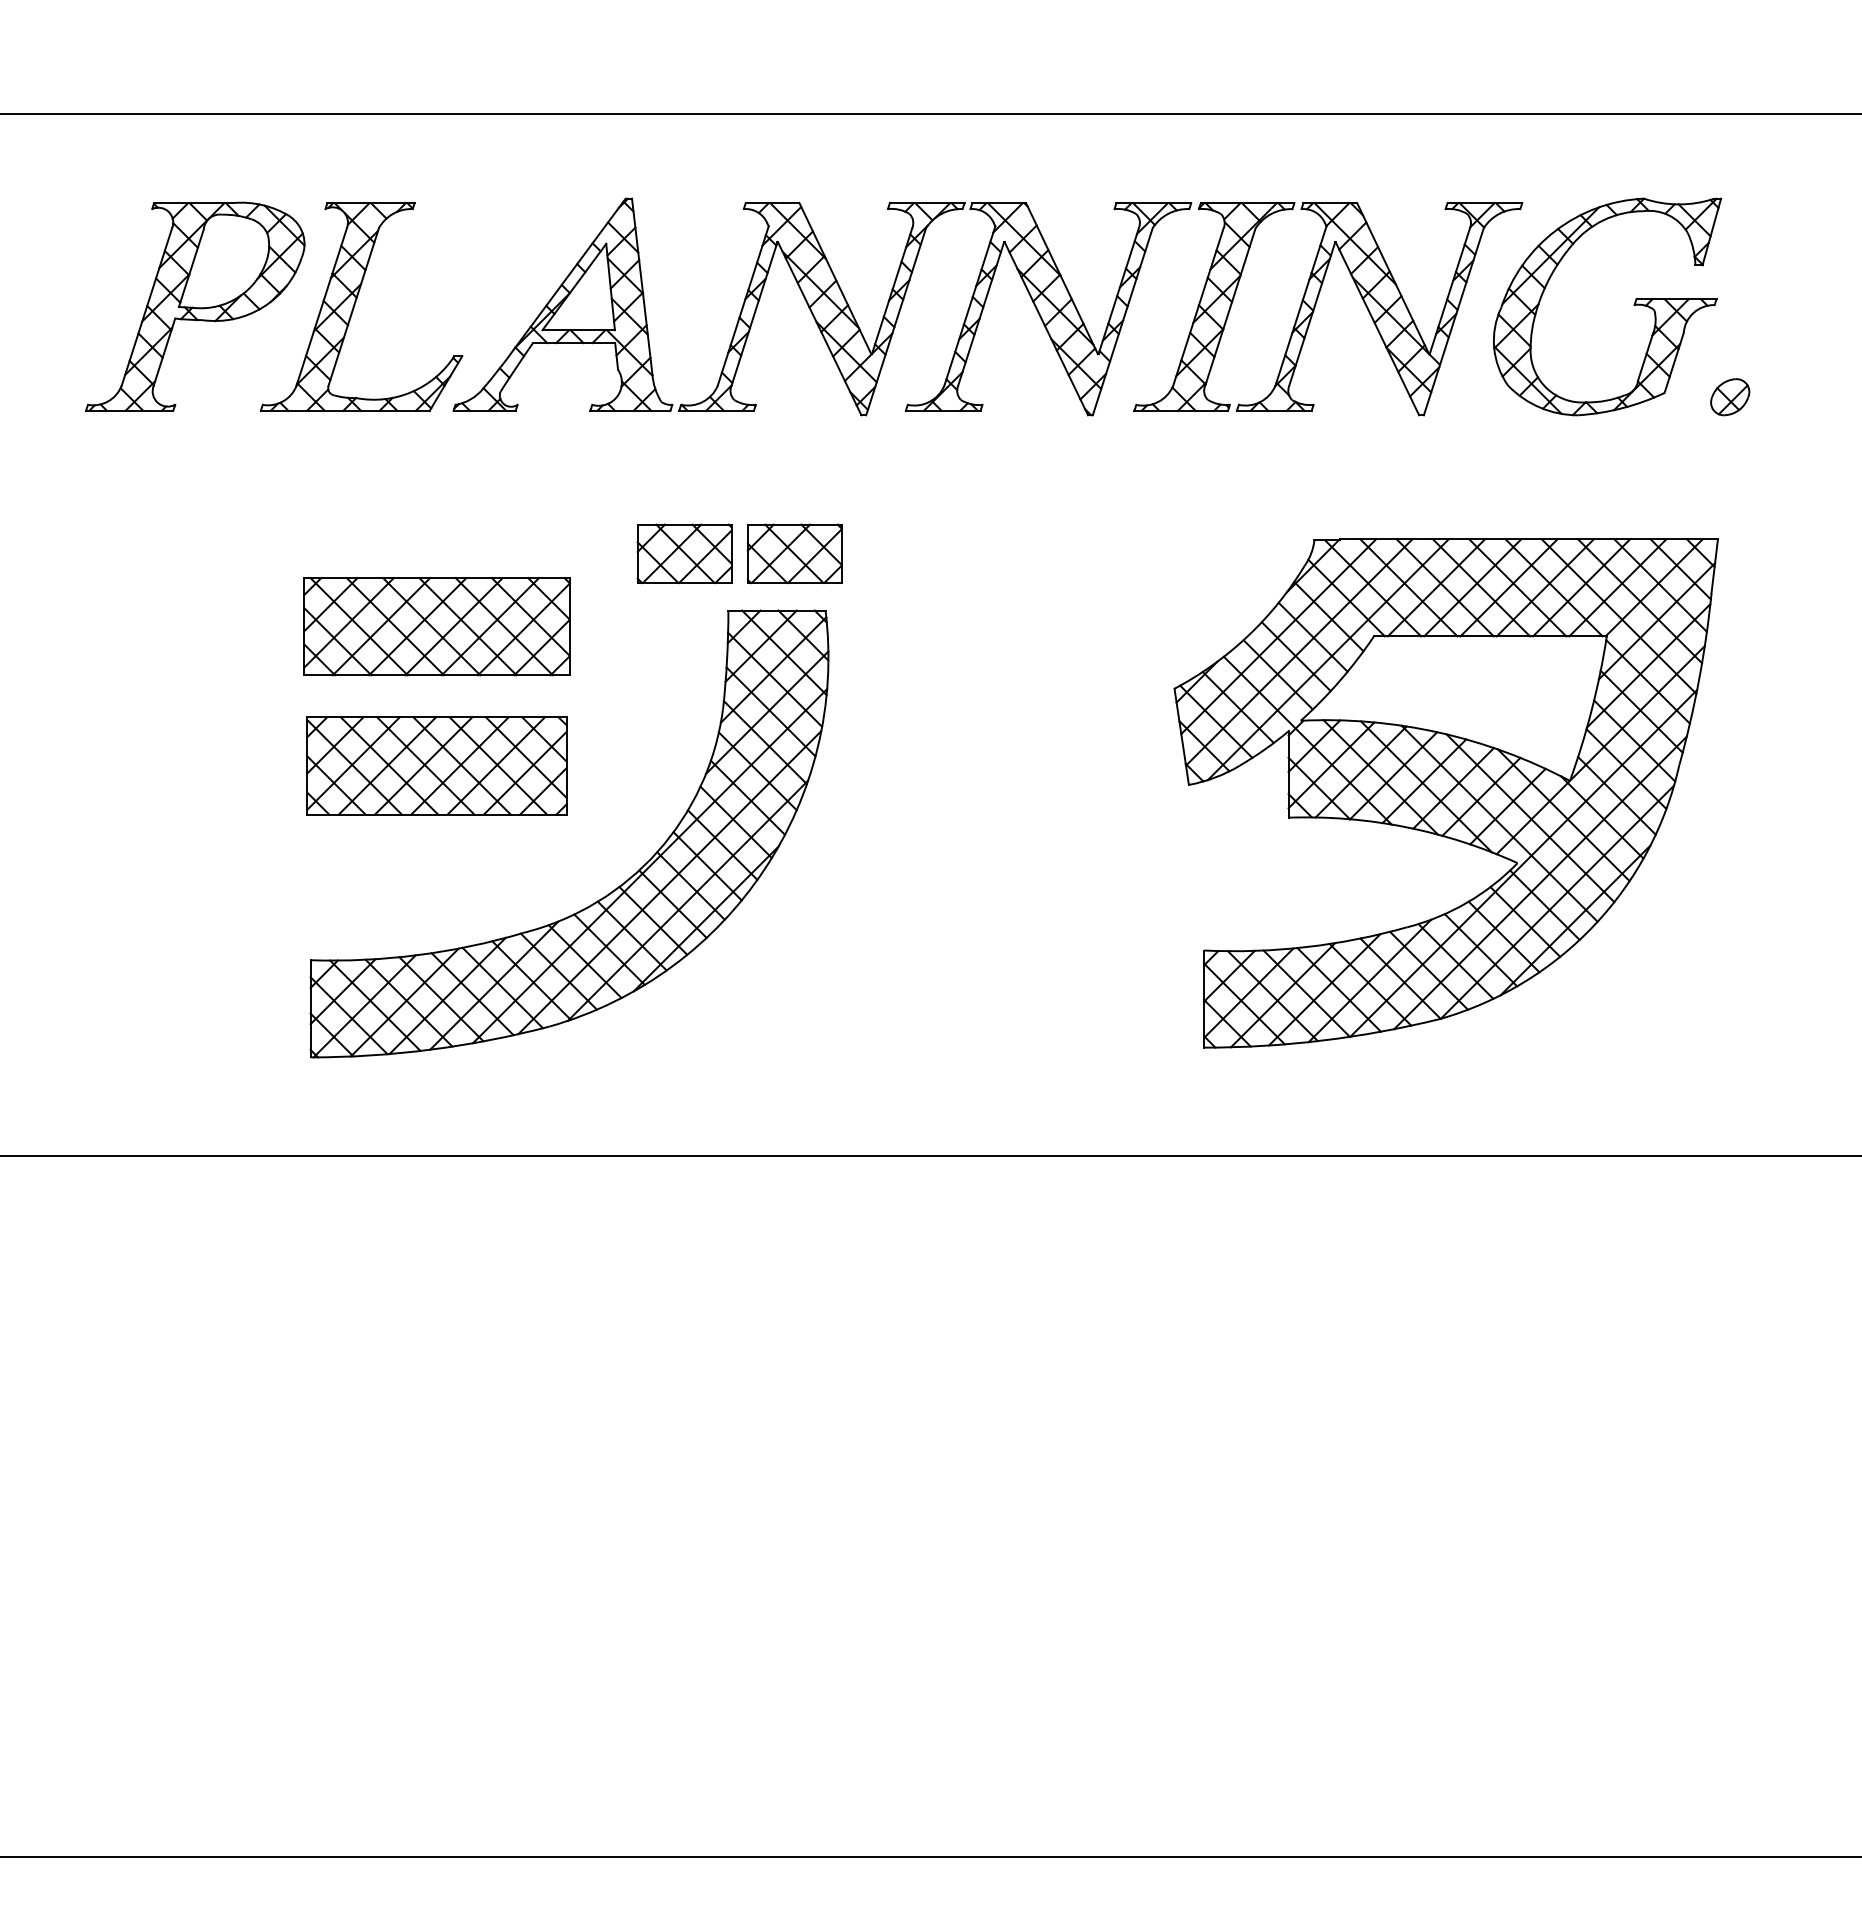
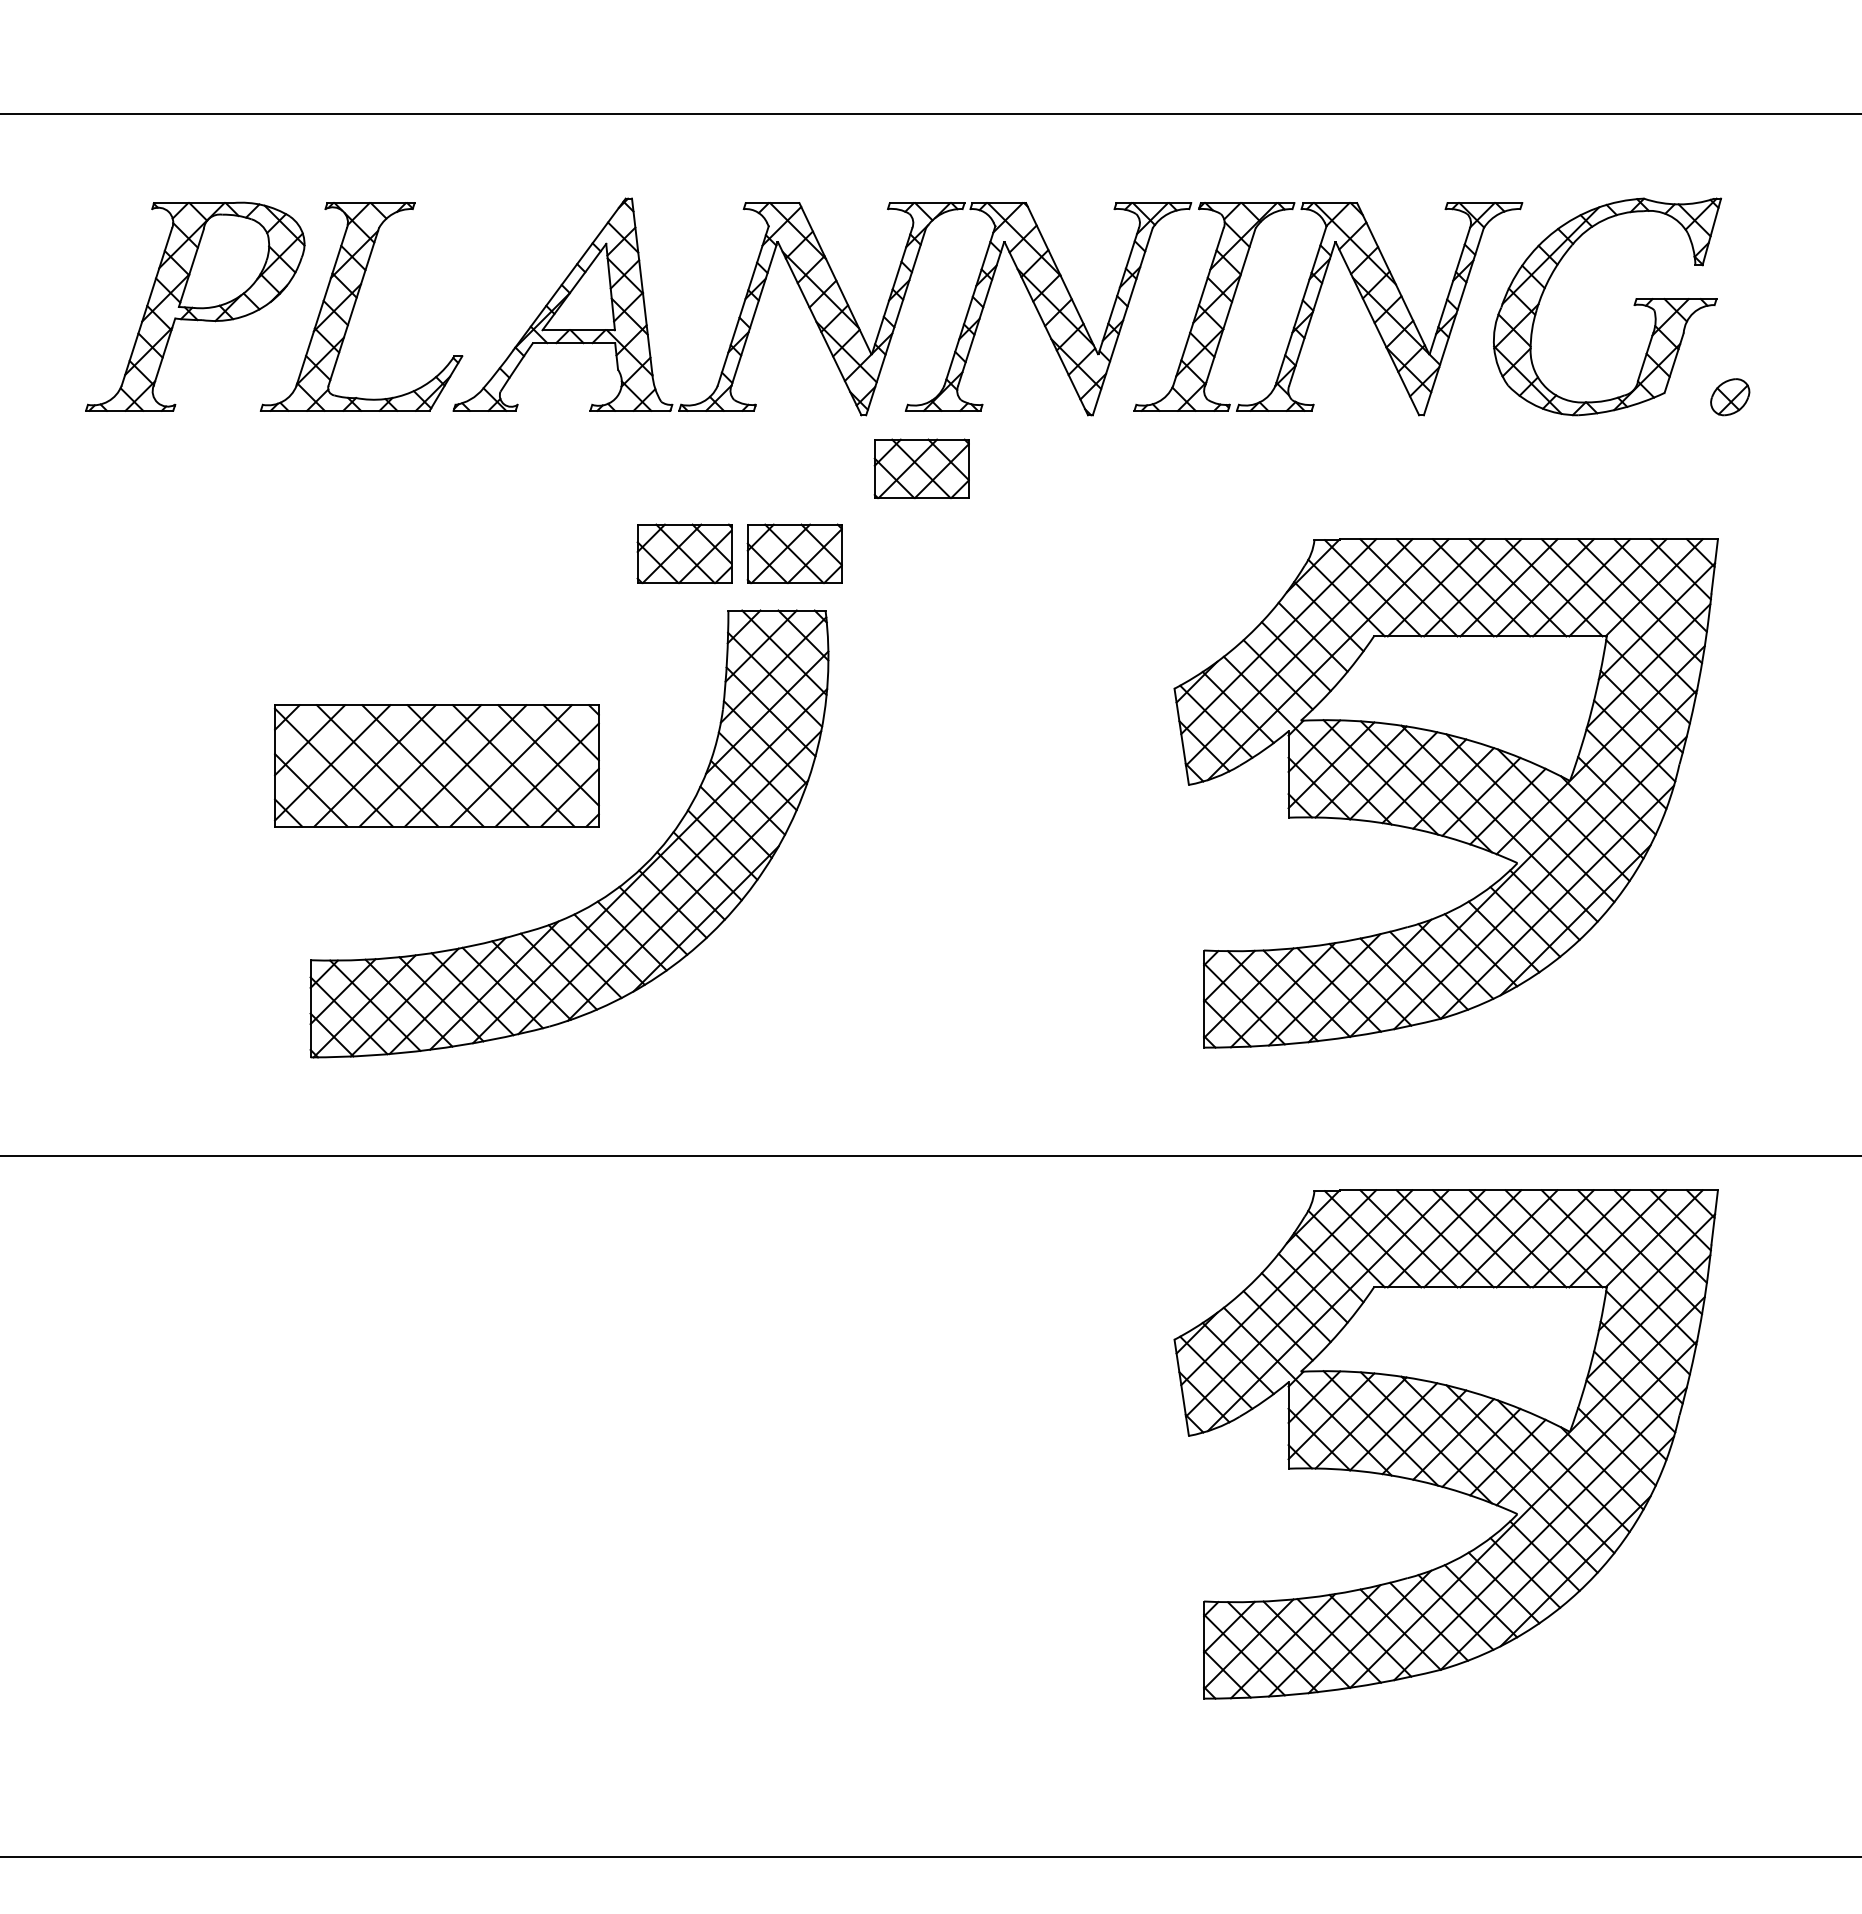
part at (921, 468): none -> present
part at (436, 626): present -> none
part at (436, 765) size: 262x100 px -> 326x124 px
part at (1445, 1444): none -> present
